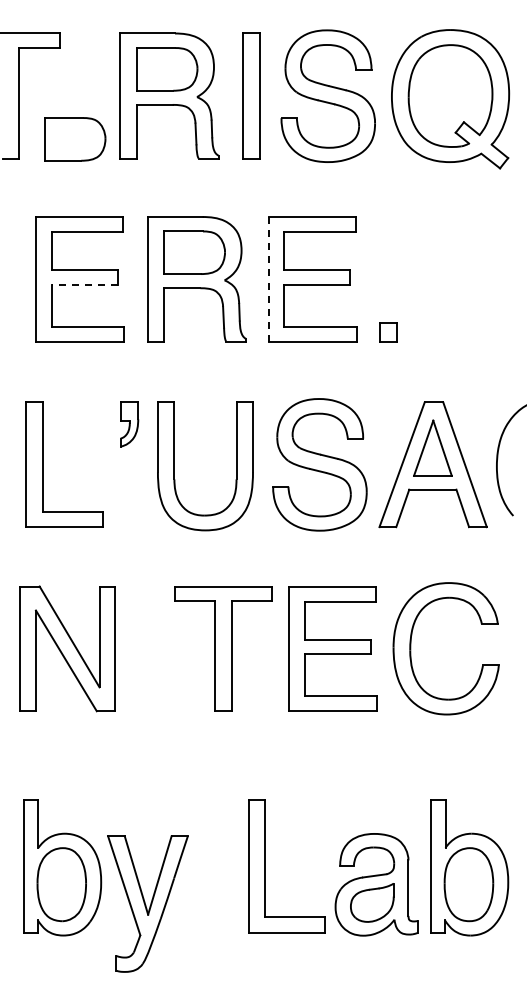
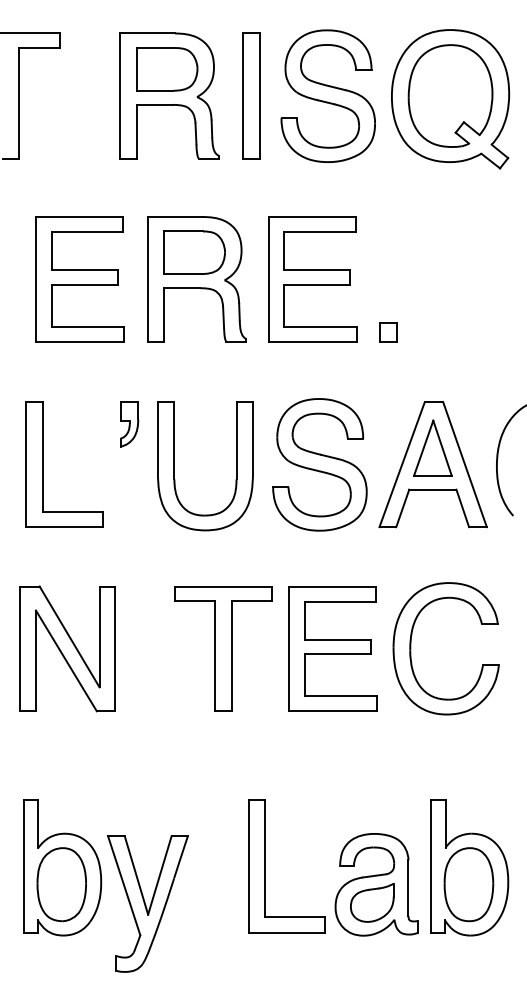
part at (75, 139): present -> none
line at (268, 278): dashed -> solid
line at (84, 284): dashed -> solid
